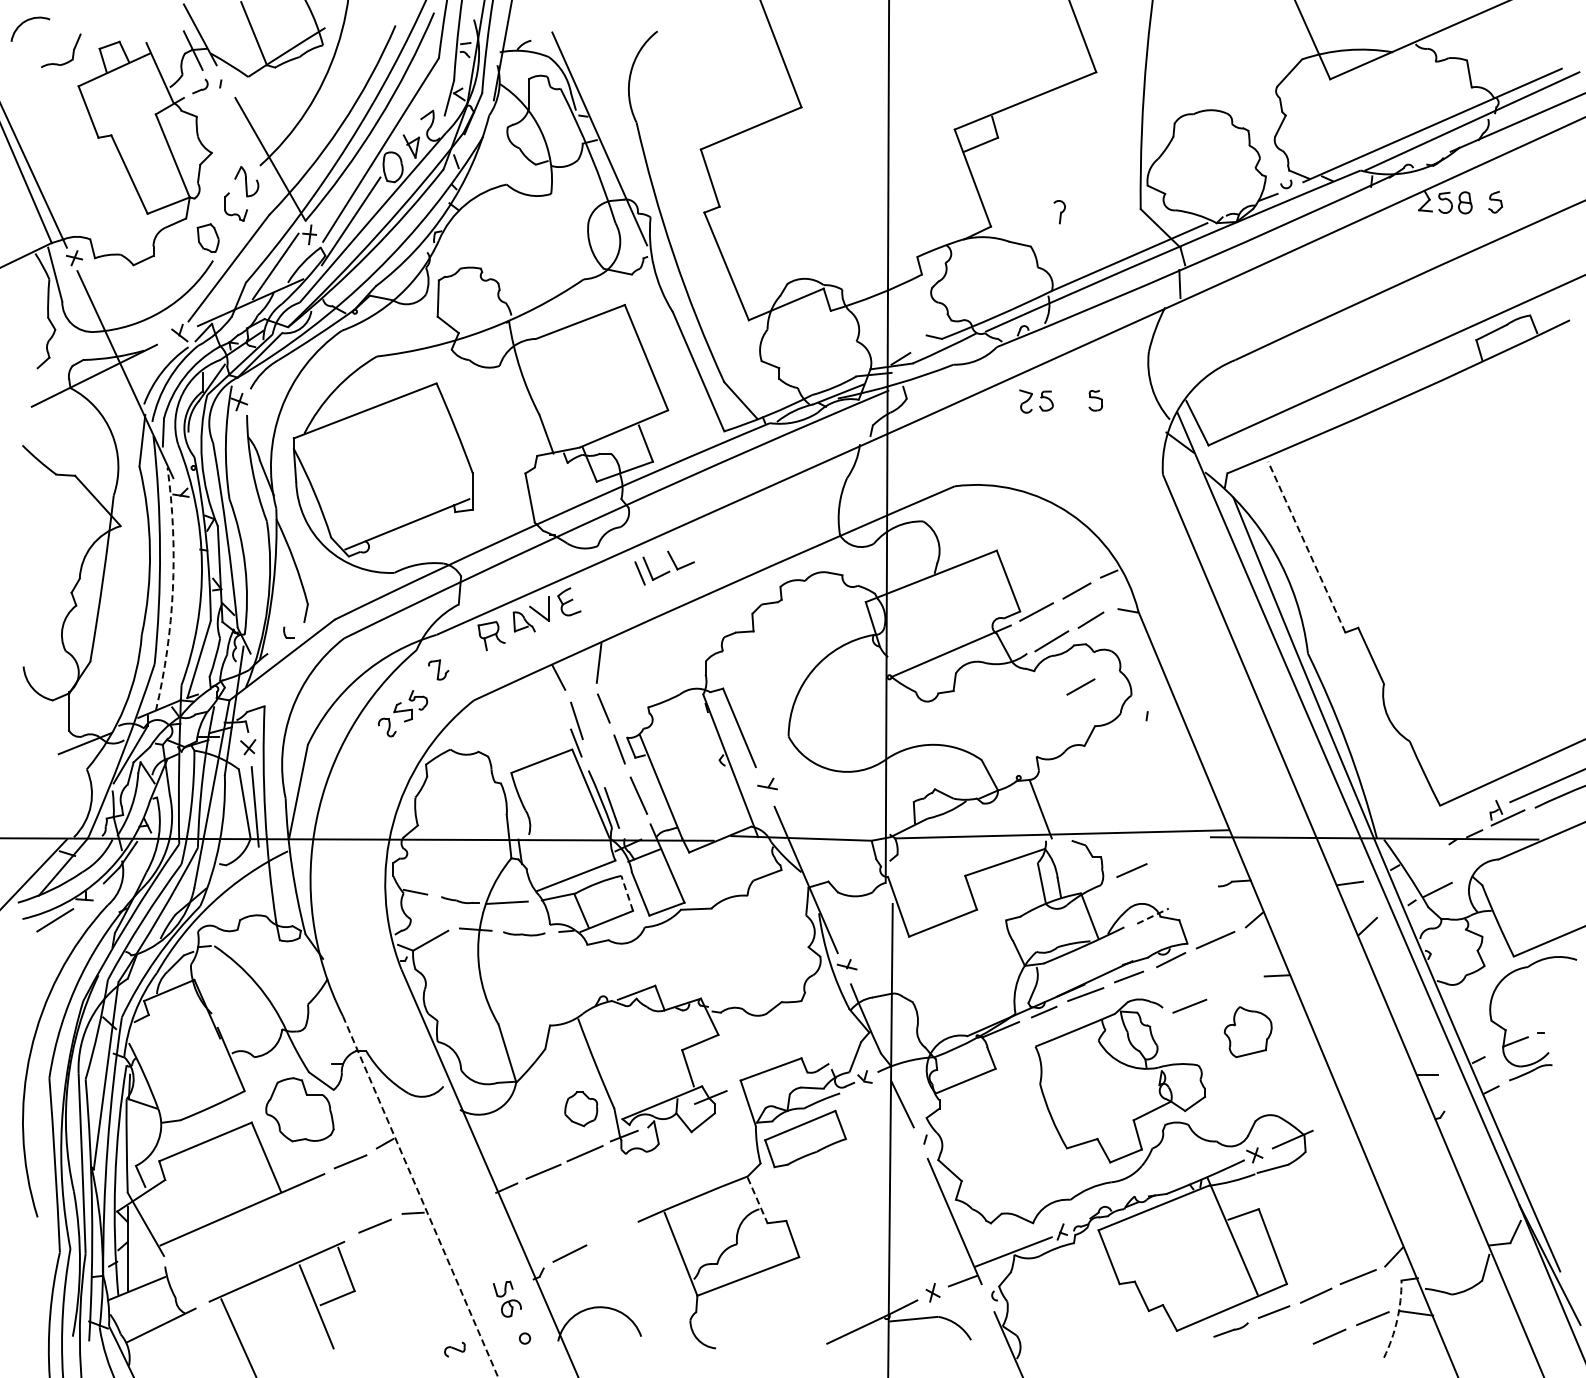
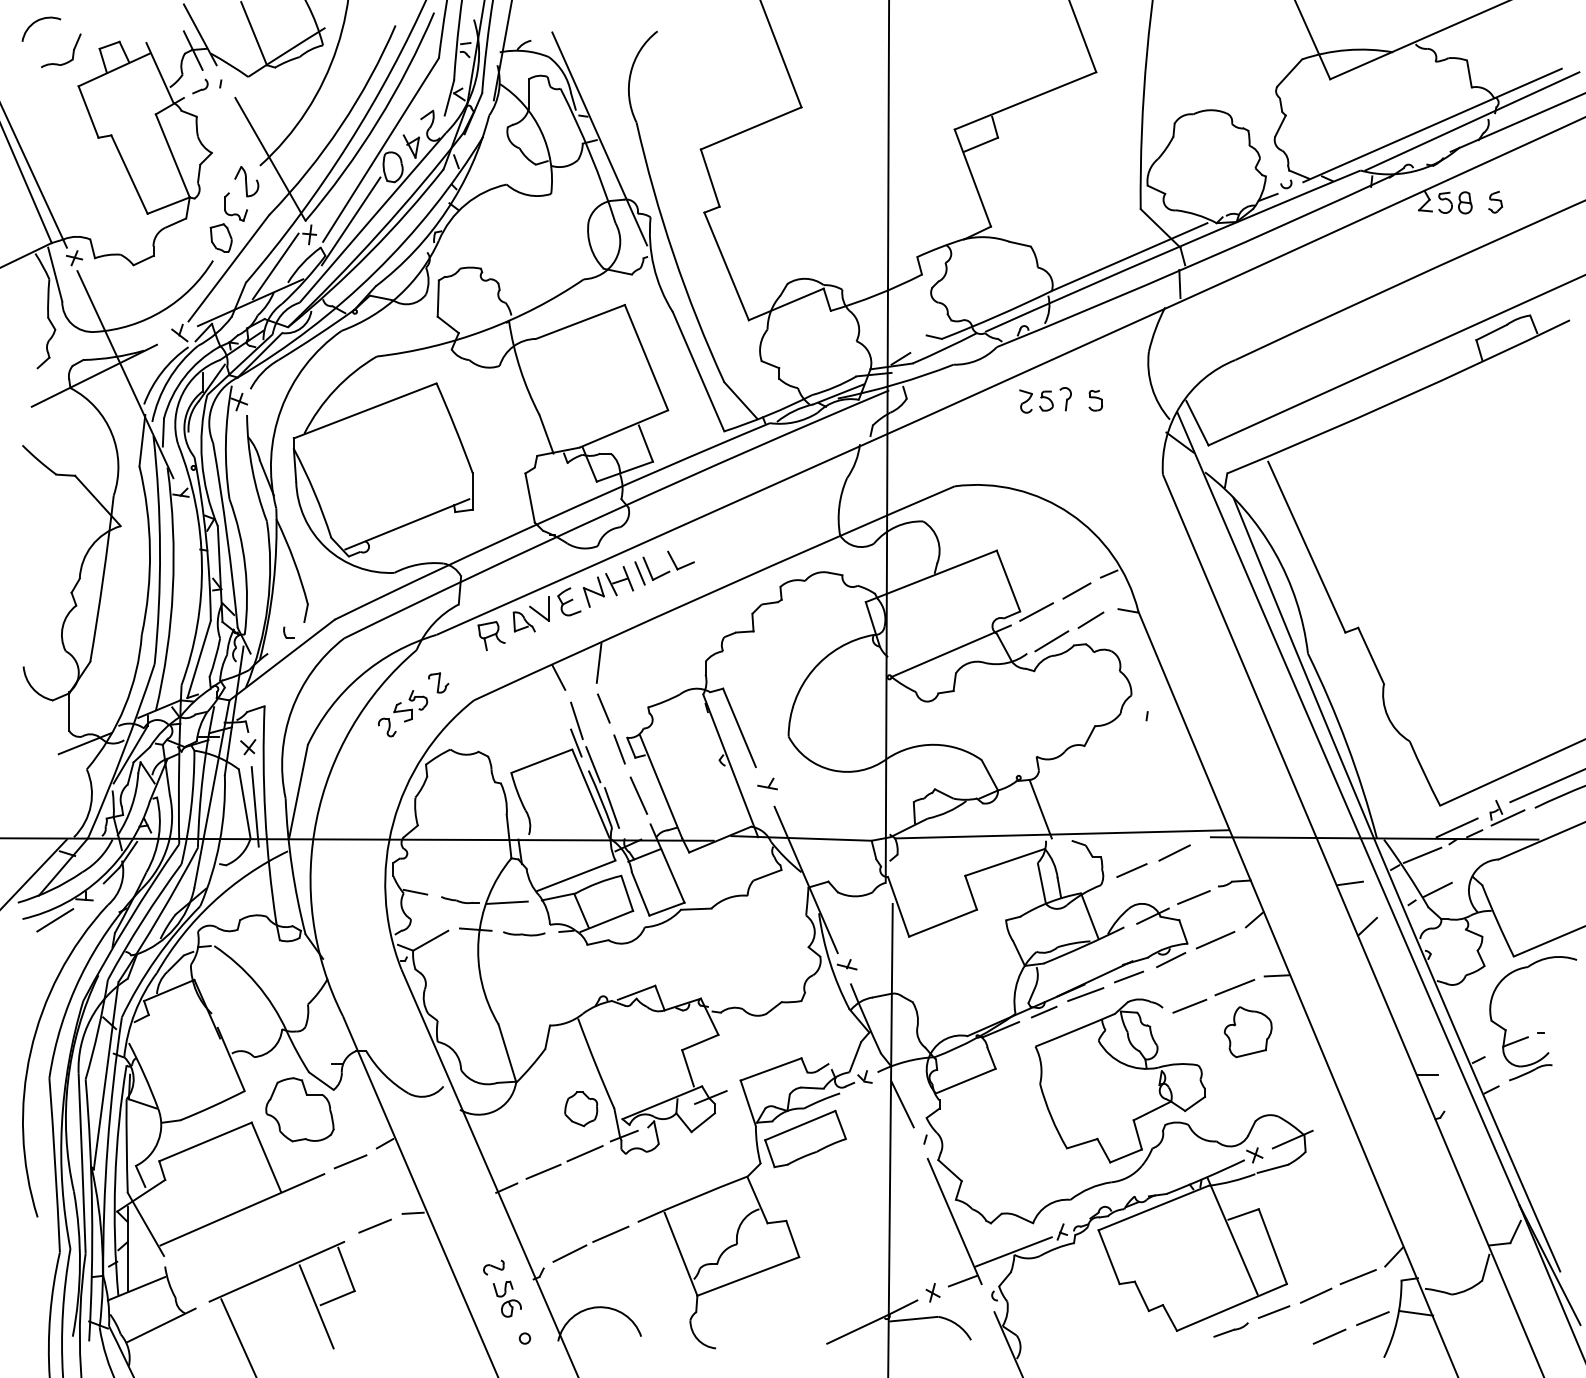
arc at (27, 21) position: (27, 21) -> (38, 21)
part at (1059, 212) position: (1059, 212) -> (1065, 399)
part at (207, 237) position: (207, 237) -> (220, 237)
line at (1306, 547): dashed -> solid
part at (608, 586): none -> present
arc at (172, 589): dashed -> solid
part at (438, 669) position: (438, 669) -> (438, 682)
line at (1080, 686): present -> none
line at (593, 764): none -> present
line at (1456, 827): none -> present
line at (1174, 852): none -> present
line at (1422, 854): none -> present
line at (627, 892): dashed -> solid
line at (1193, 897): none -> present
line at (1153, 916): dashed -> solid
line at (1234, 987): none -> present
arc at (420, 1197): dashed -> solid
line at (757, 1200): dashed -> solid
line at (610, 1233): none -> present
arc at (1397, 1320): dashed -> solid
part at (454, 1349) position: (454, 1349) -> (493, 1267)
